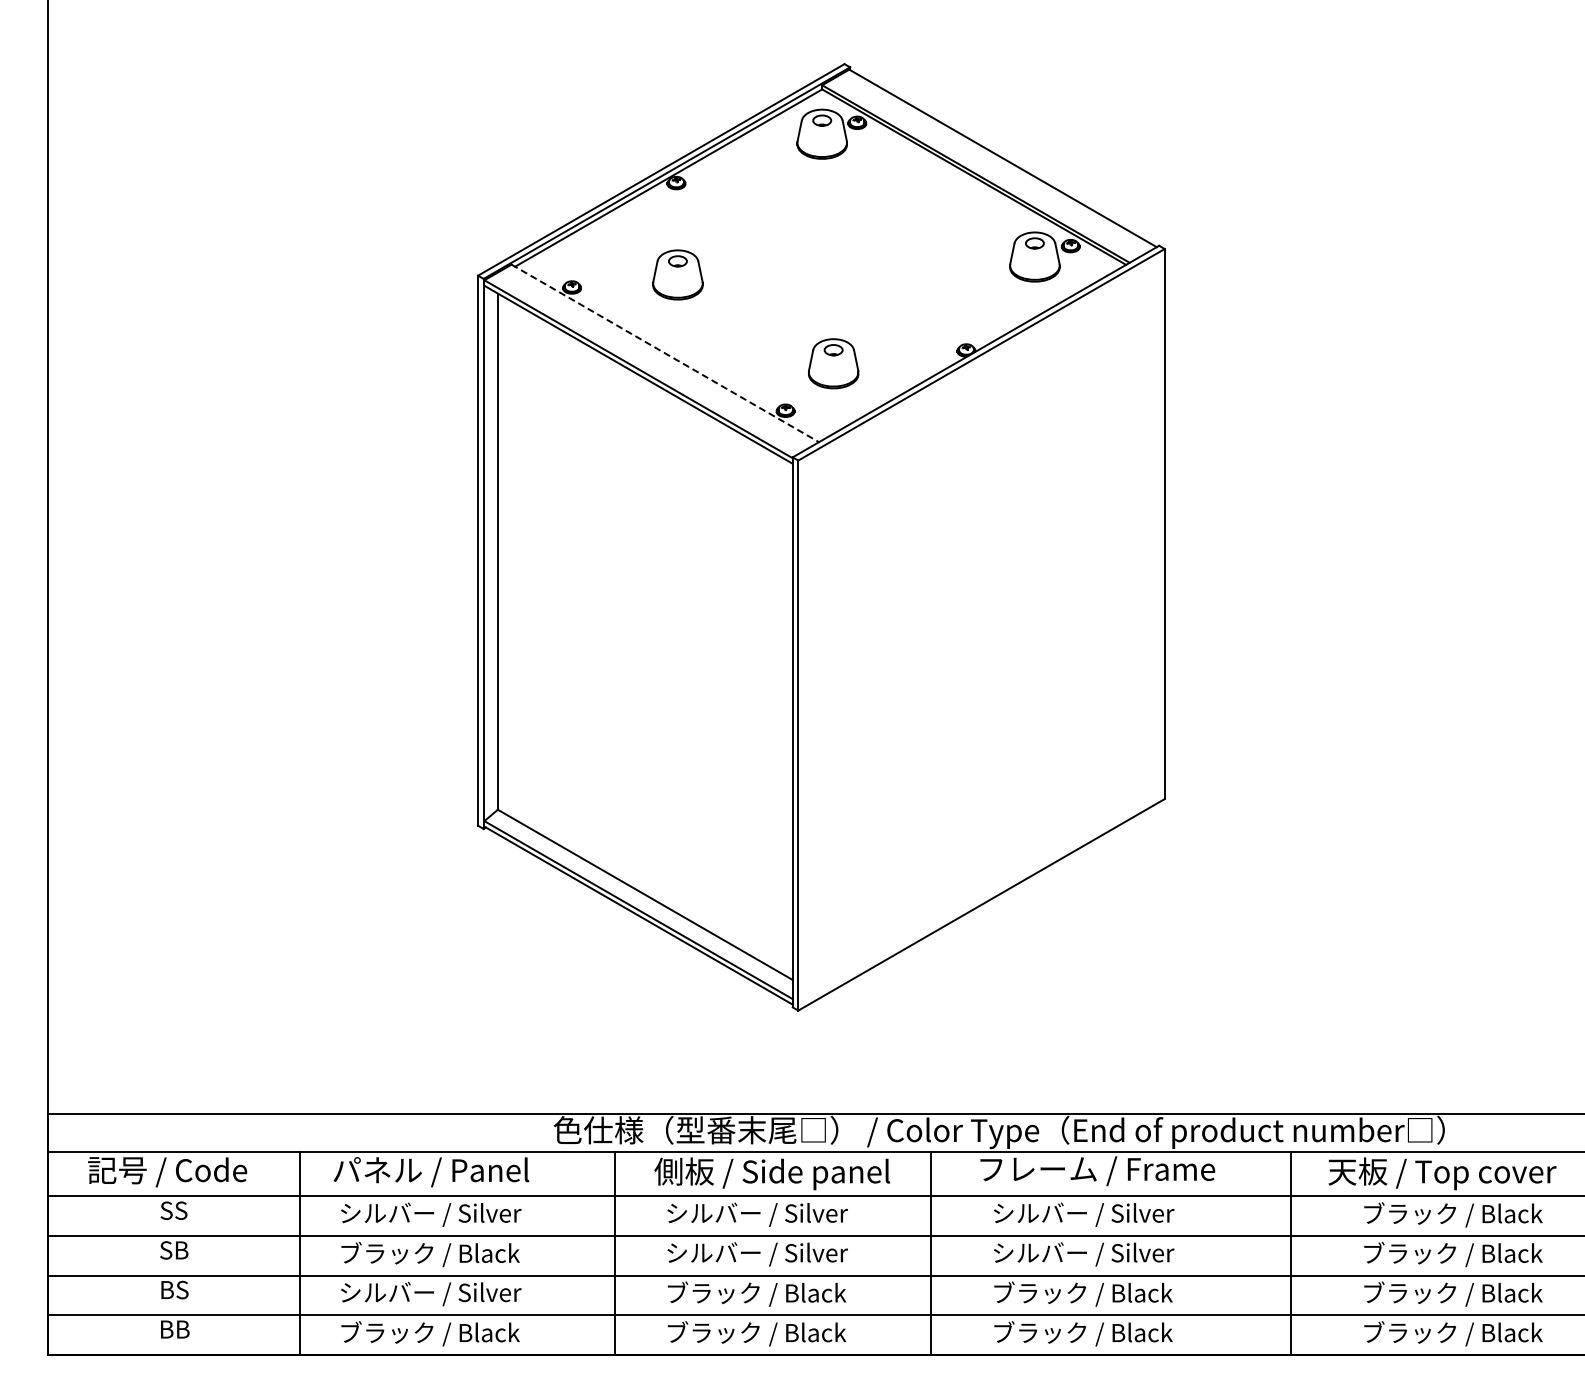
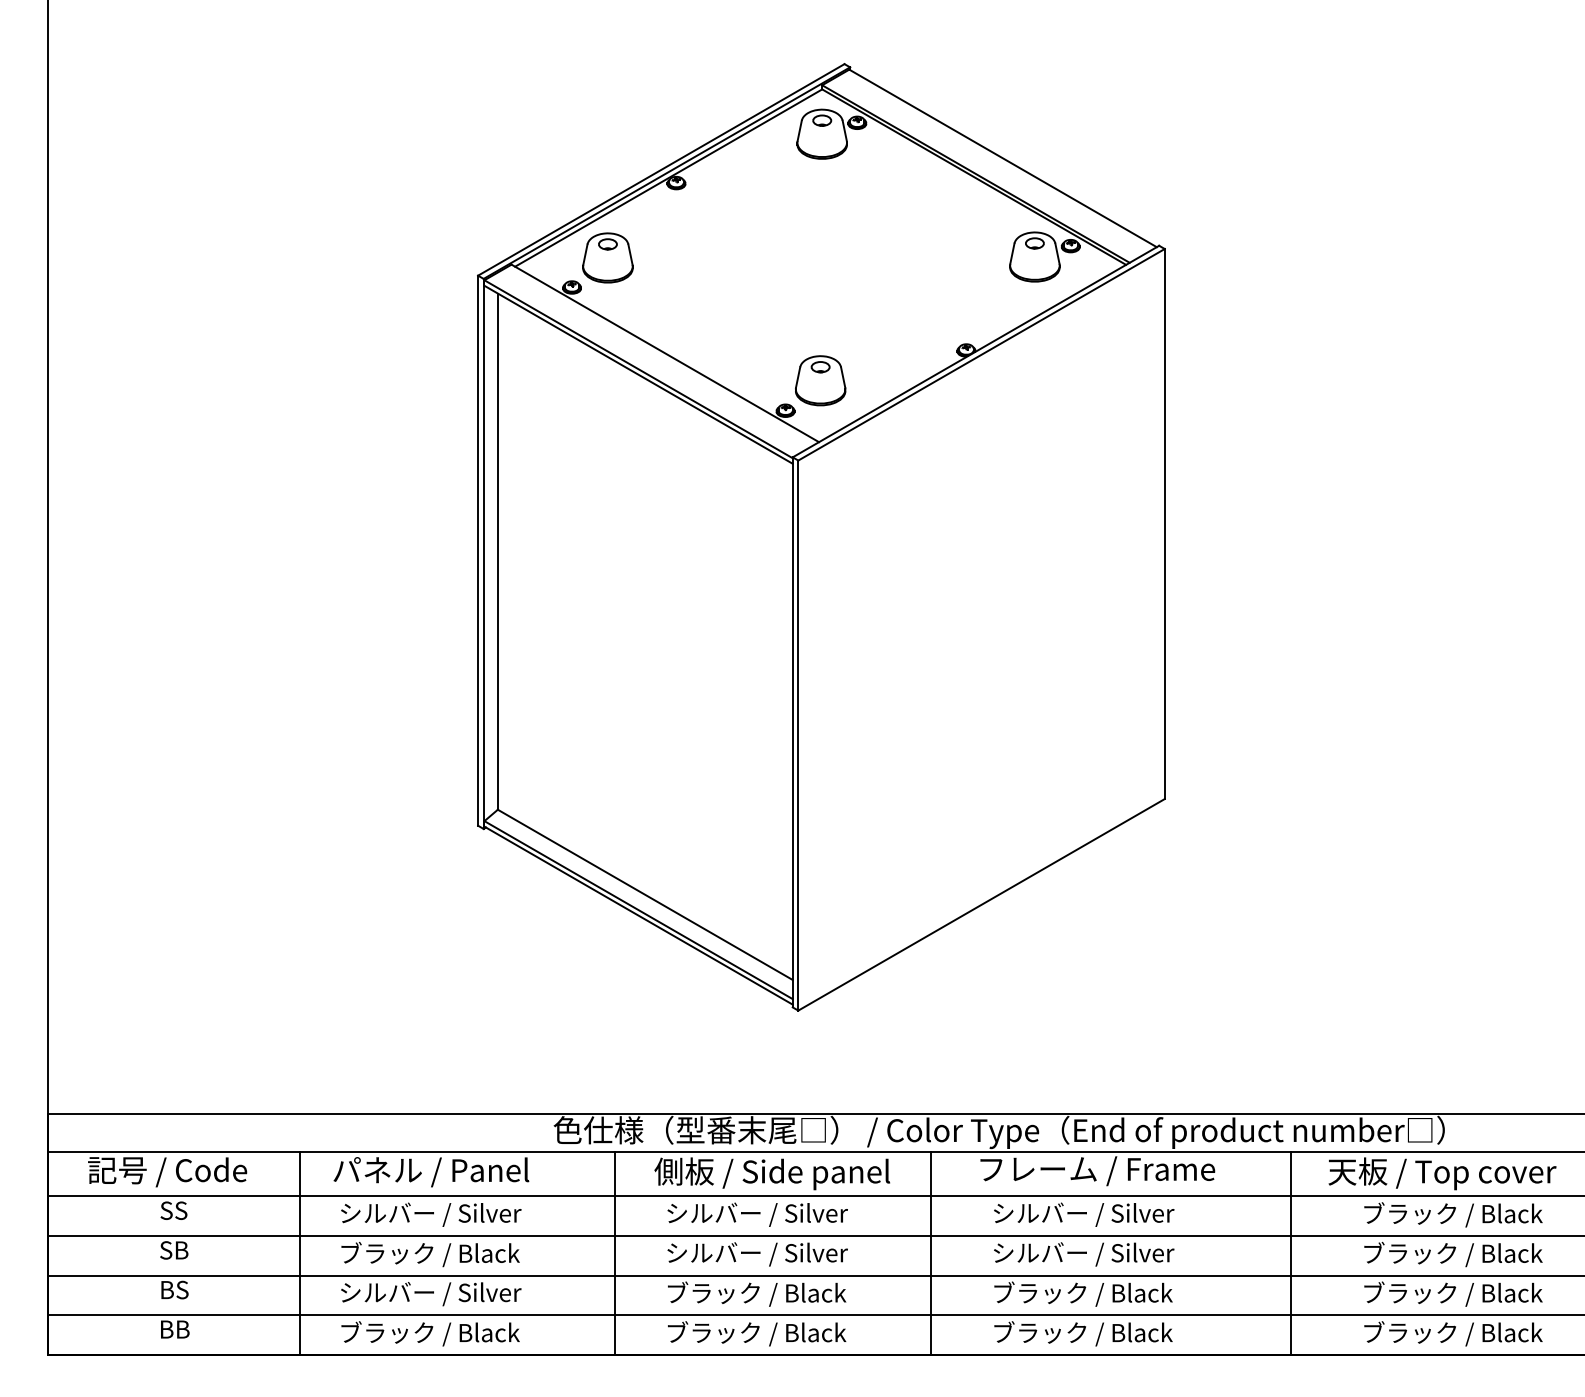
part at (677, 274) position: (677, 274) -> (607, 257)
line at (665, 353): dashed -> solid
part at (833, 363) position: (833, 363) -> (820, 380)
